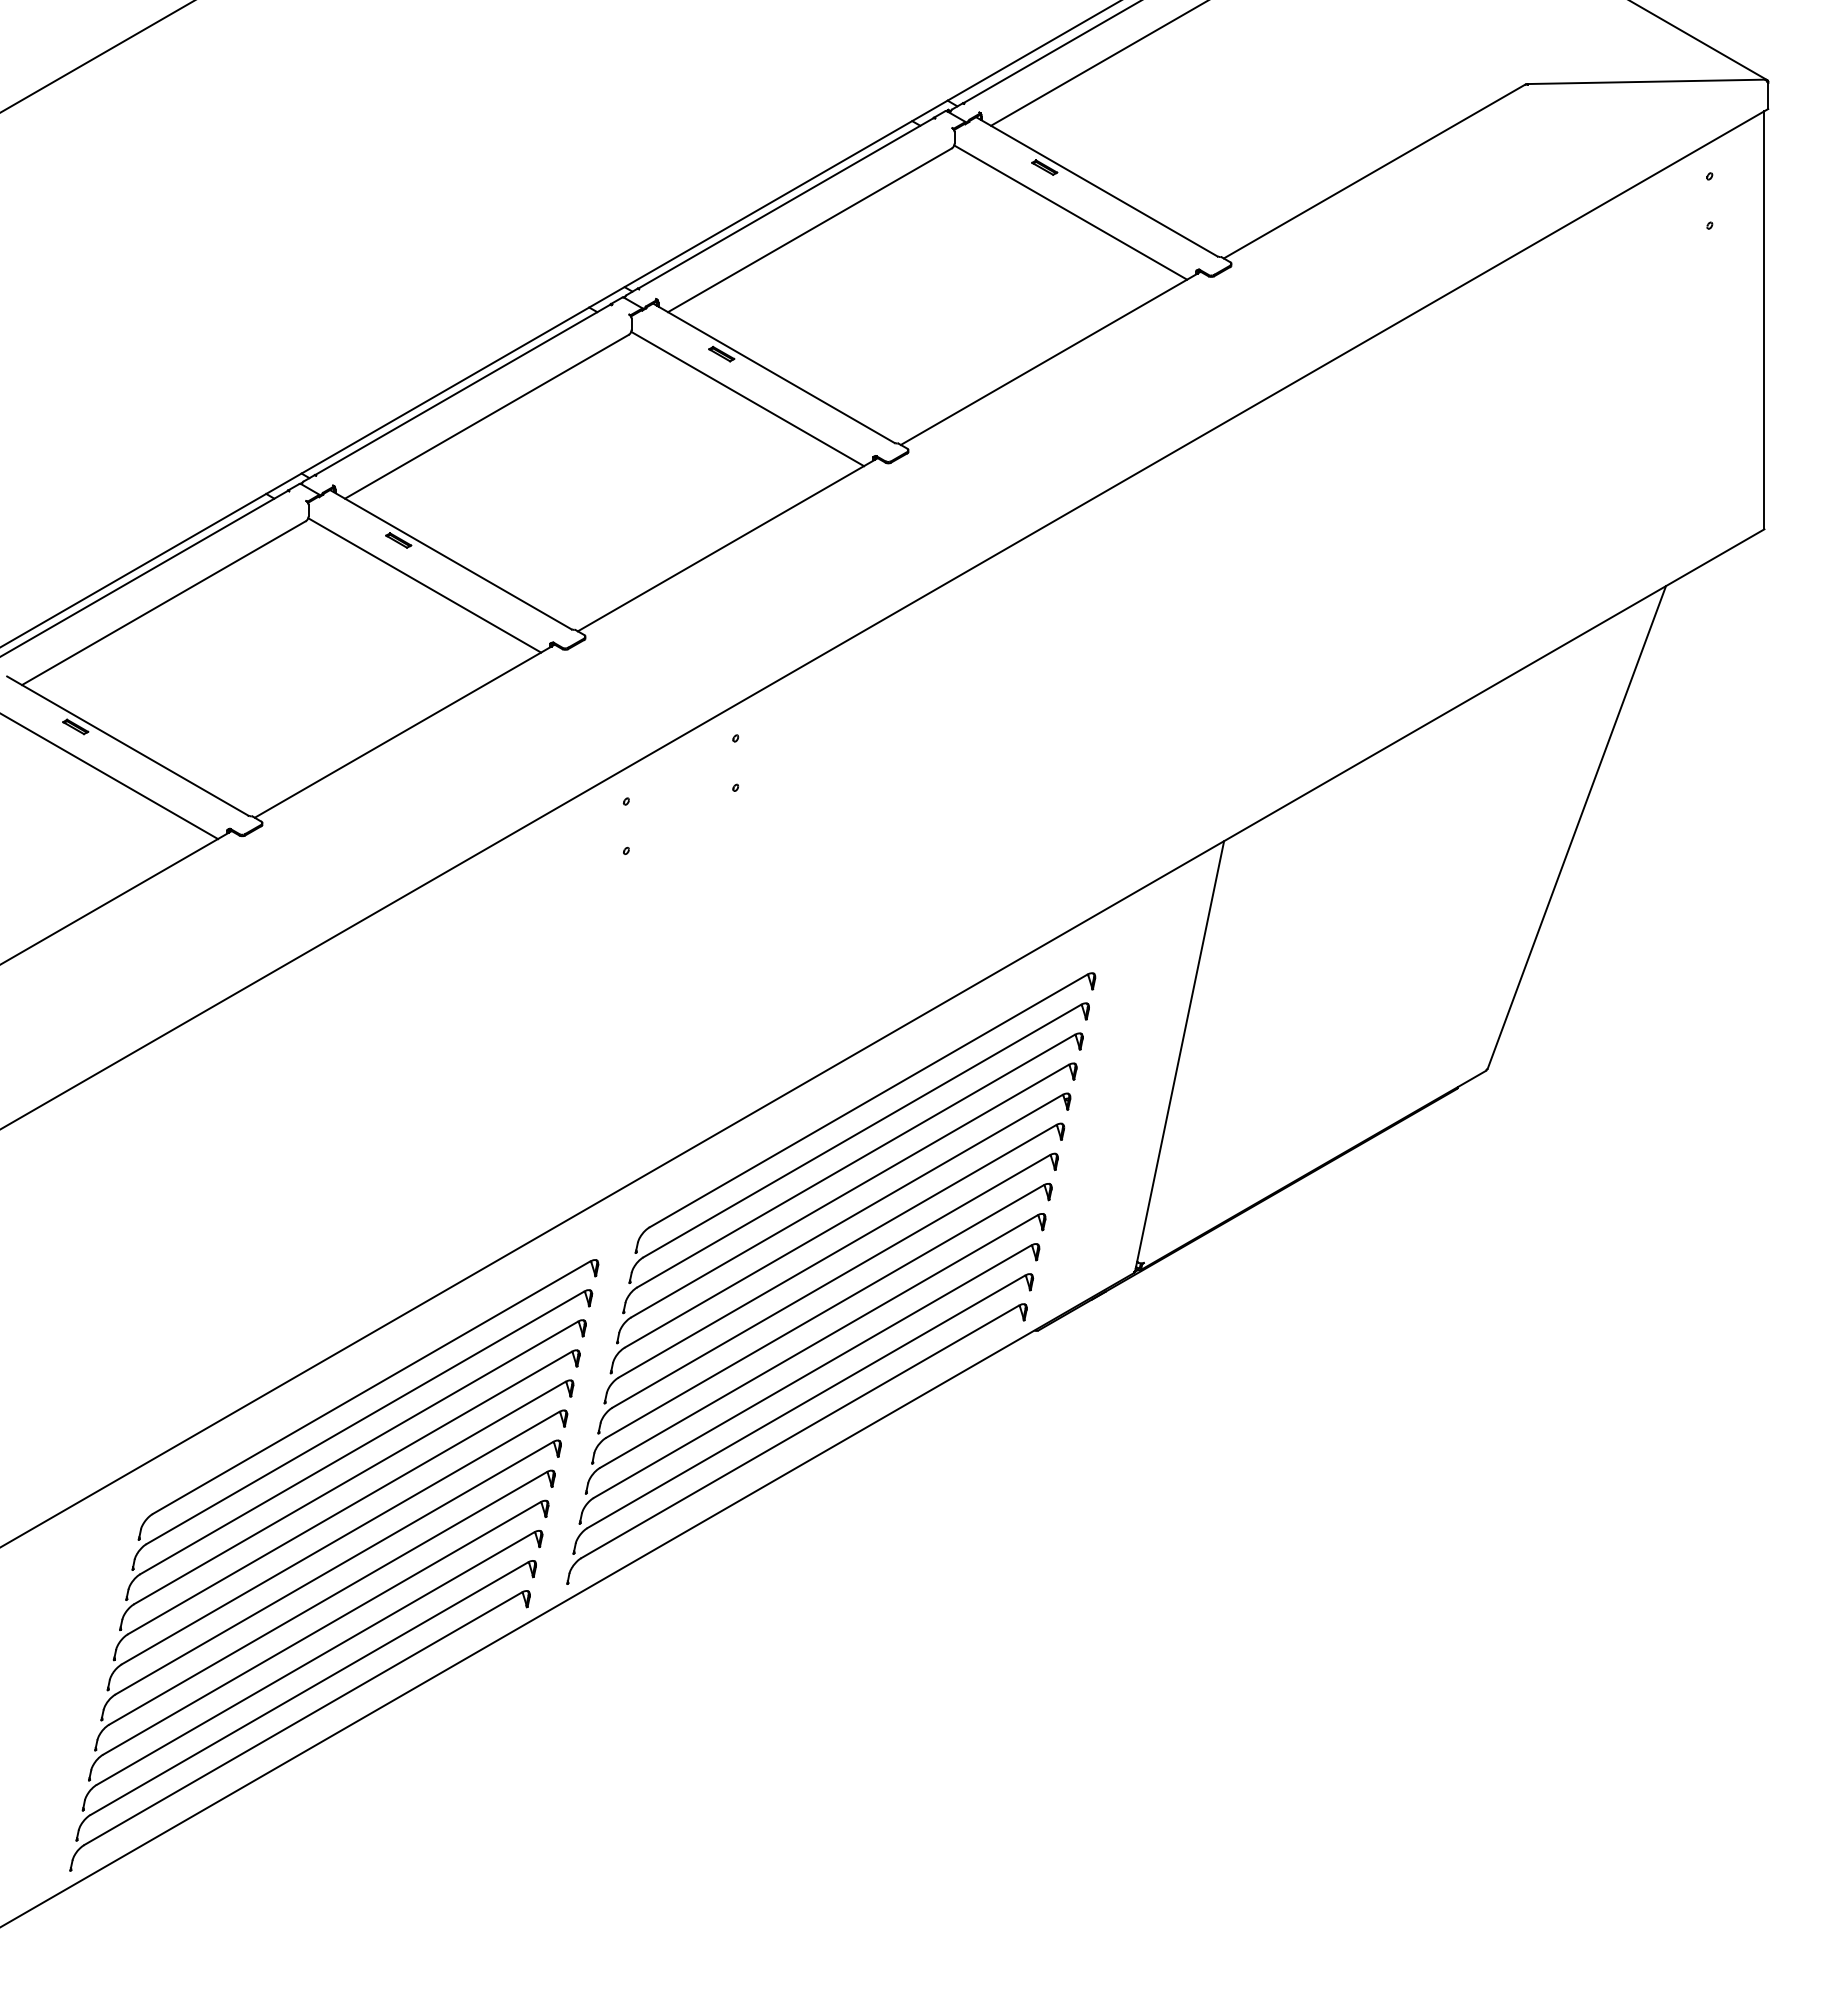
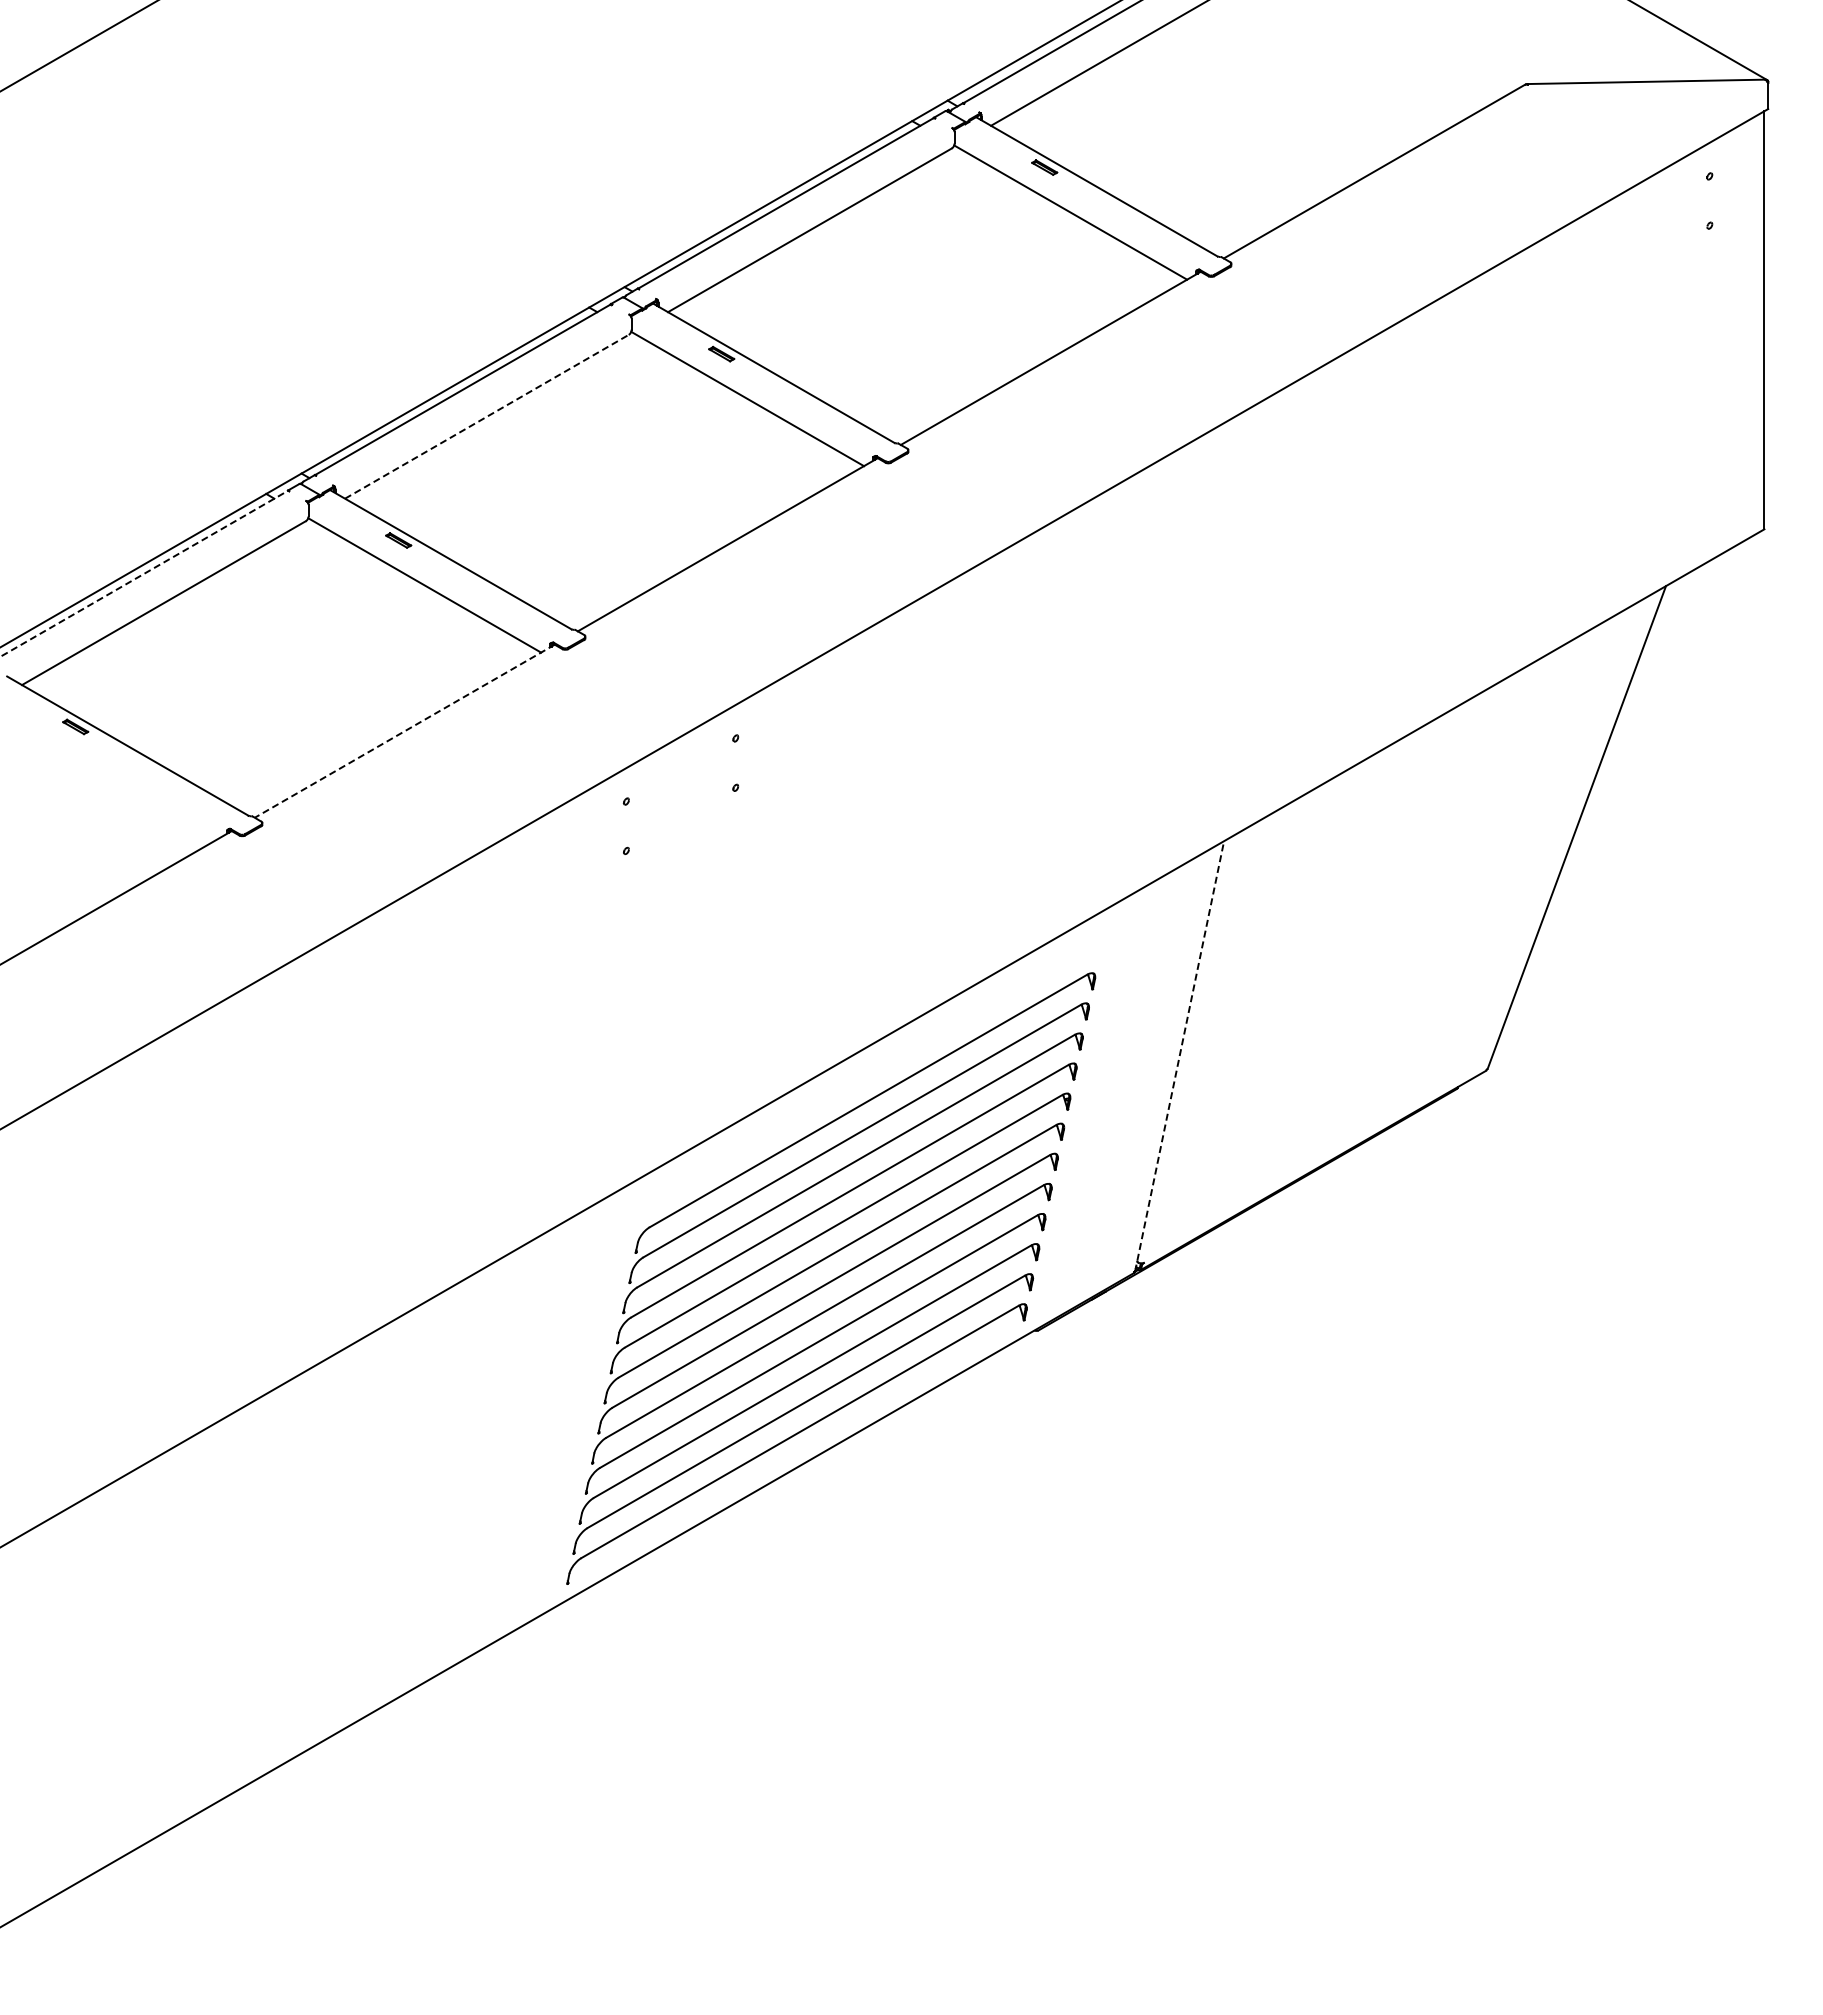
line at (96, 56) position: (96, 56) -> (78, 46)
line at (486, 416): solid -> dashed
line at (144, 573): solid -> dashed
line at (404, 731): solid -> dashed
line at (110, 776): present -> none
line at (1179, 1056): solid -> dashed
part at (334, 1565): present -> none
